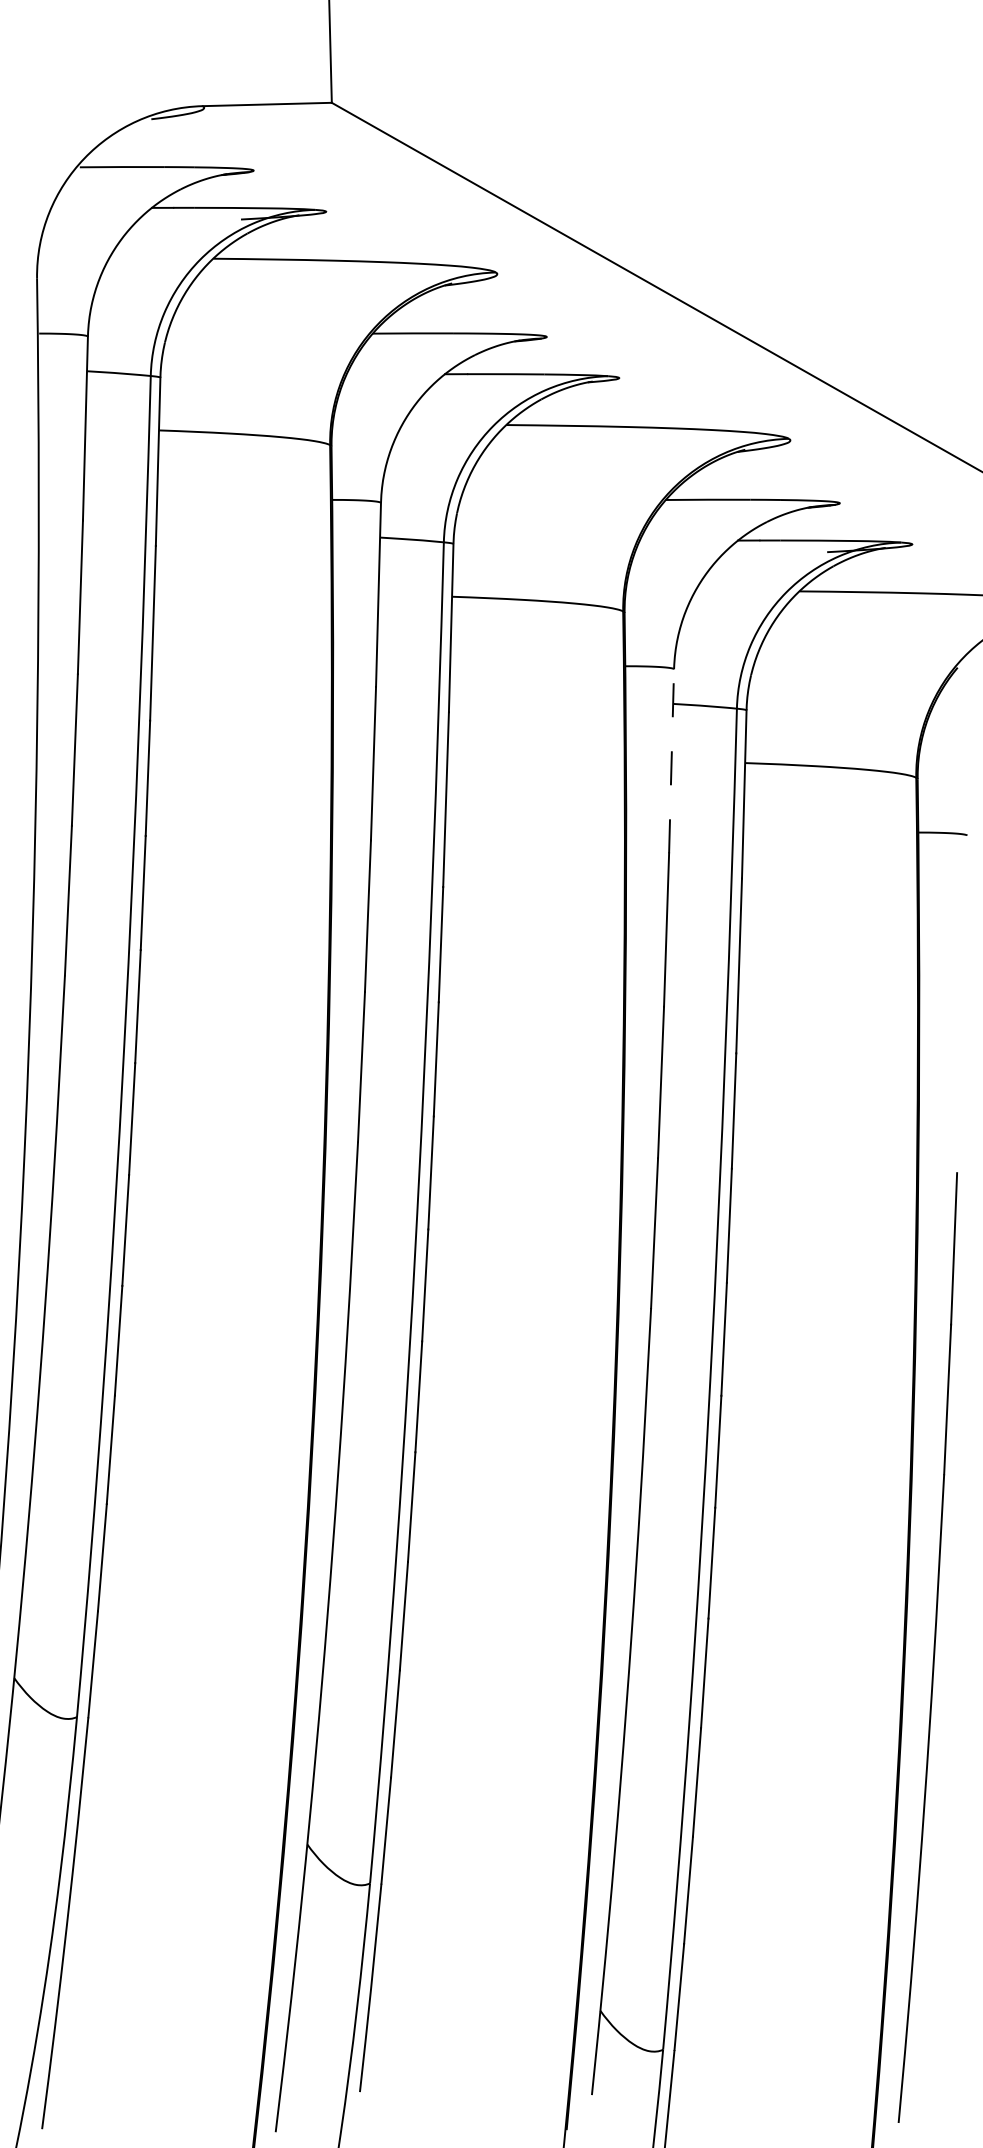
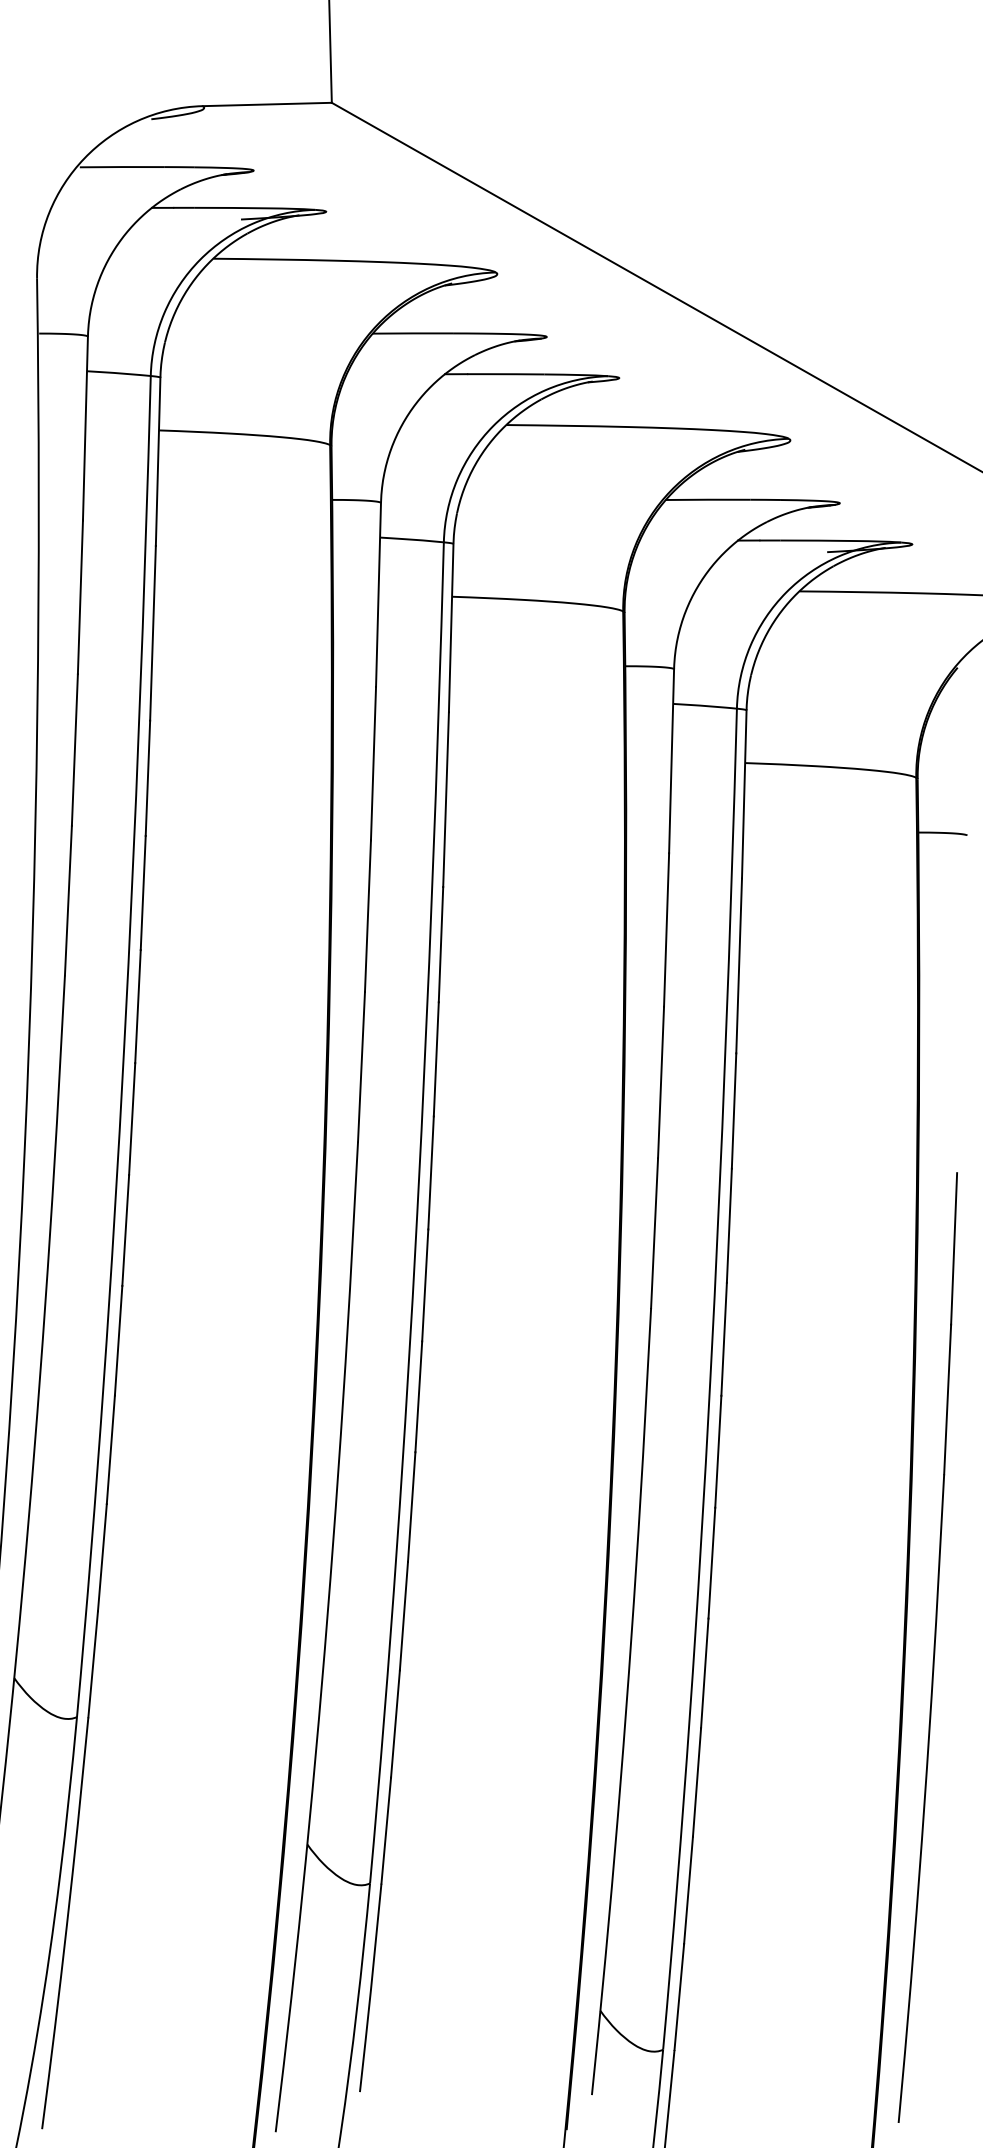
line at (671, 760): dashed -> solid
